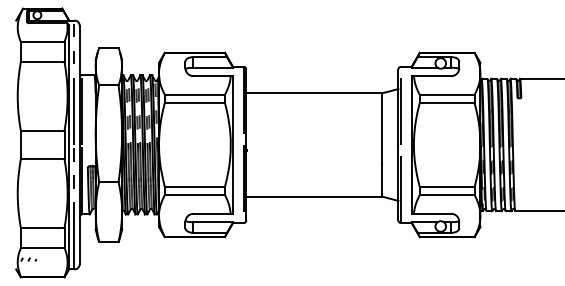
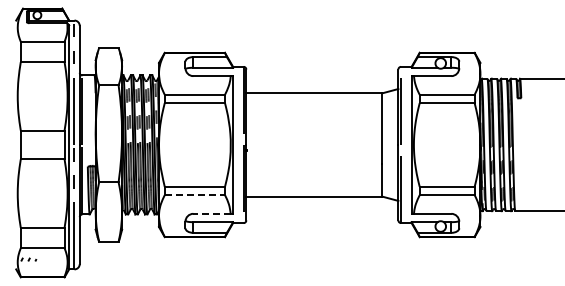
line at (195, 195): solid -> dashed
line at (212, 213): solid -> dashed
